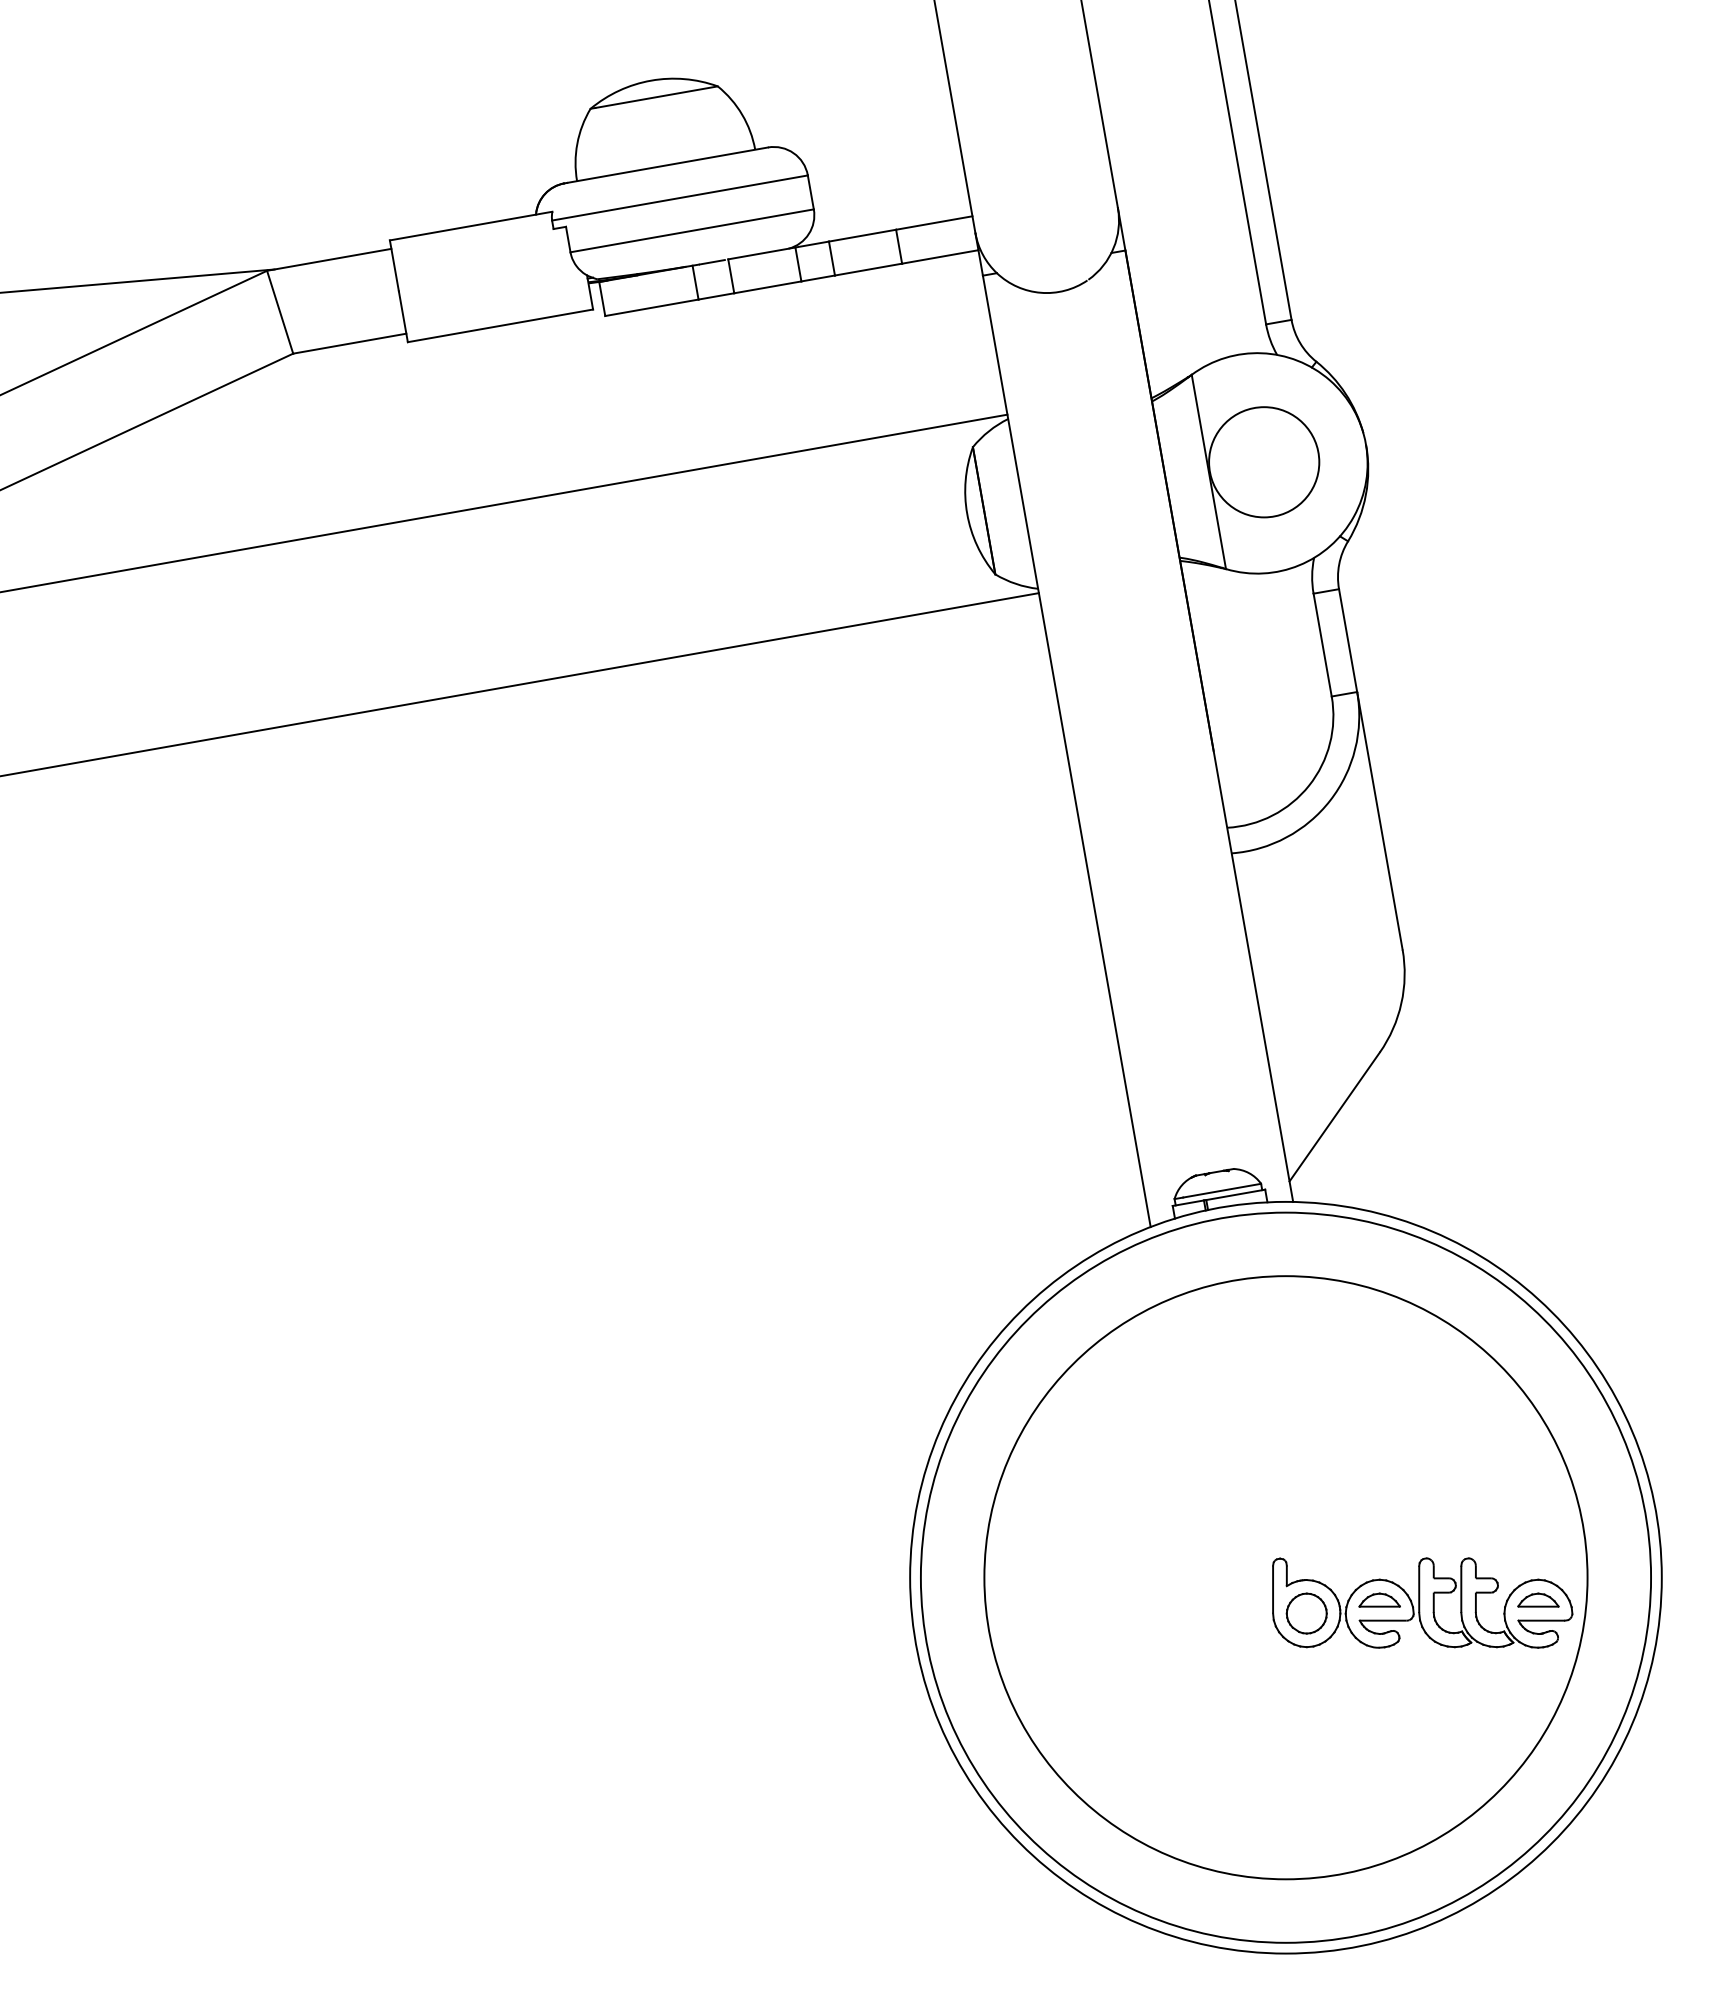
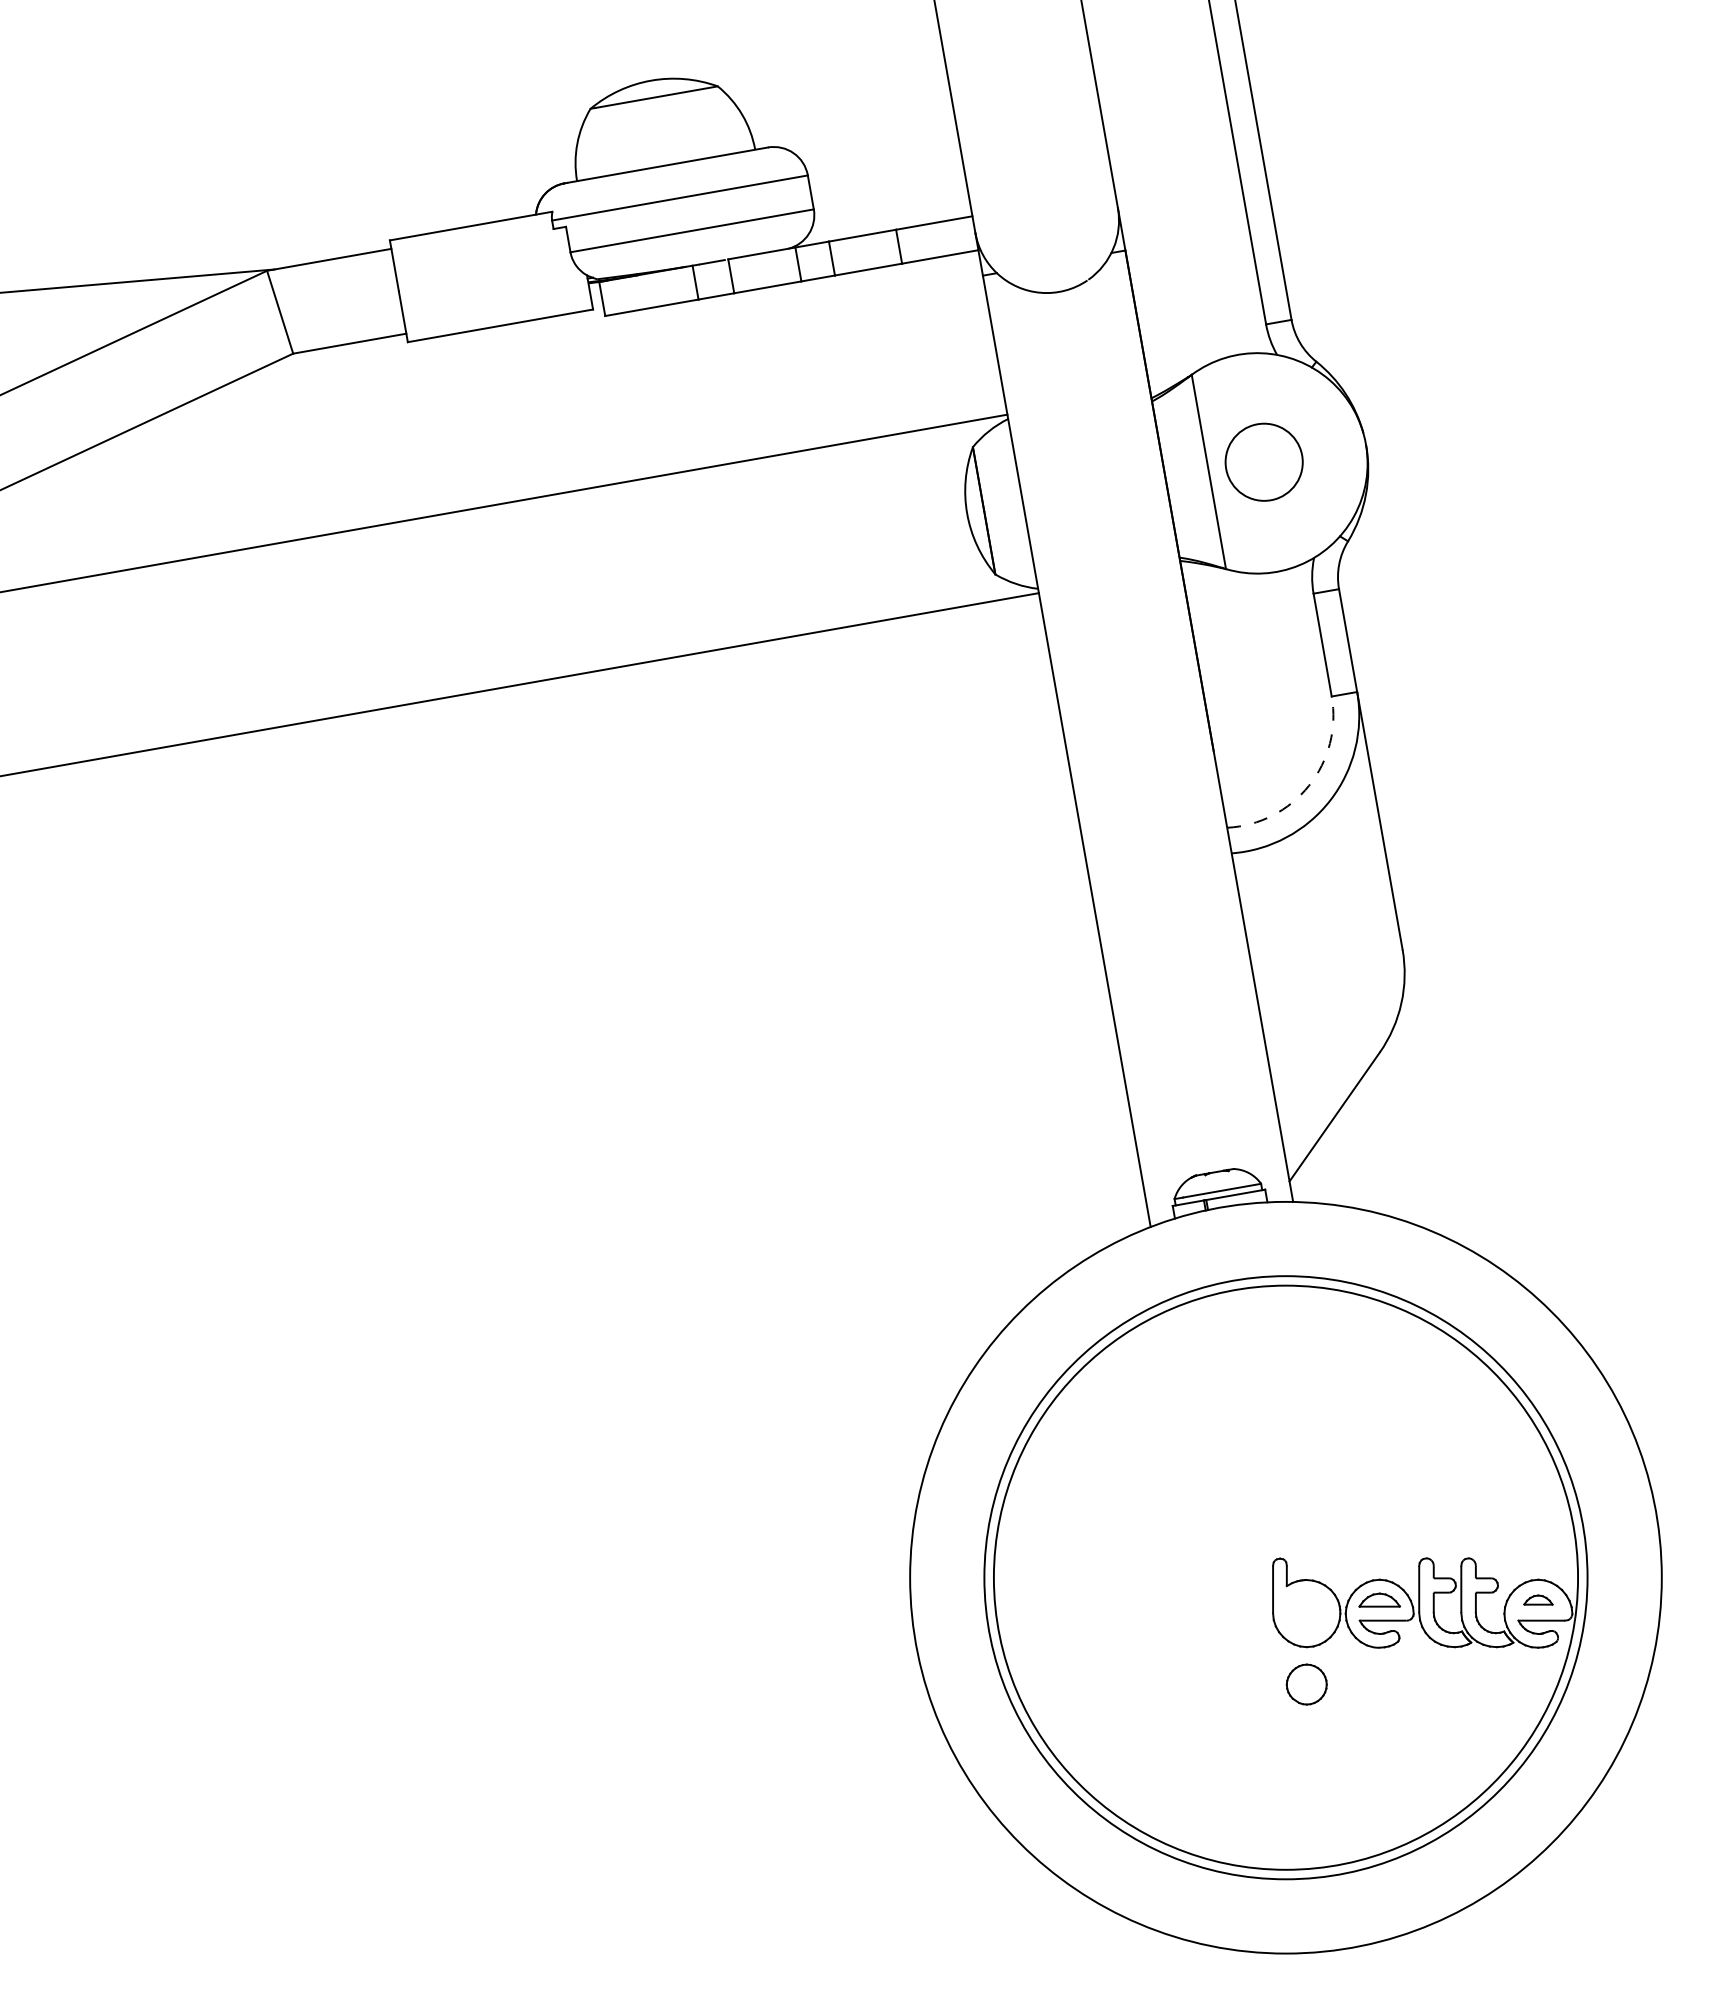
circle at (1264, 462) diameter: 110 px -> 77 px
arc at (1309, 785): solid -> dashed
circle at (1285, 1577) diameter: 730 px -> 584 px
part at (1538, 1599) size: 43x16 px -> 31x12 px
part at (1306, 1613) position: (1306, 1613) -> (1306, 1684)
